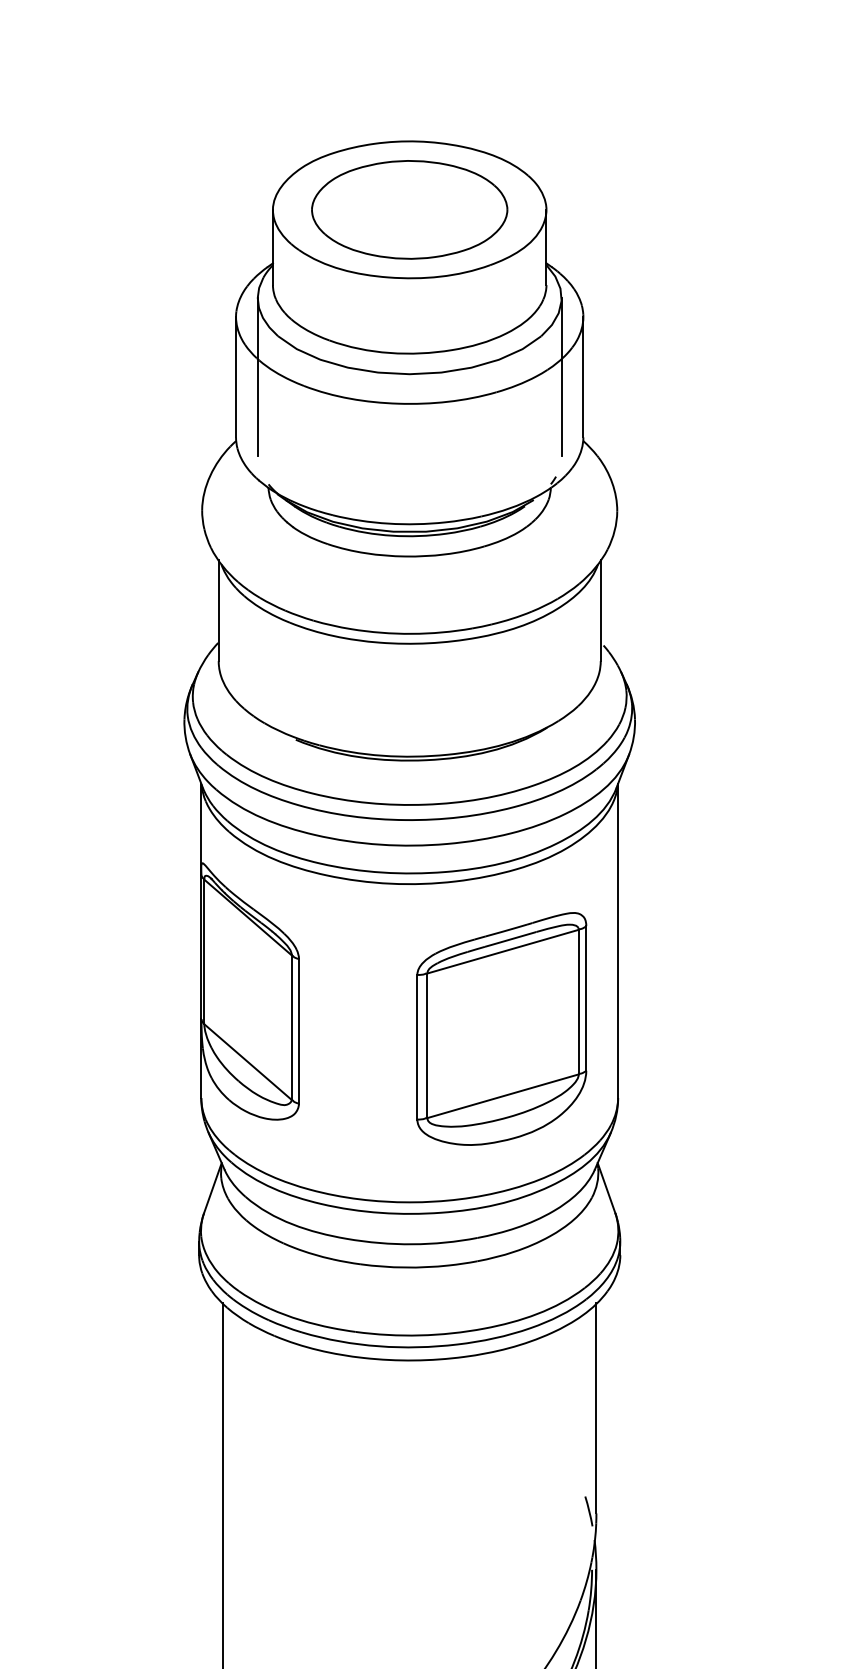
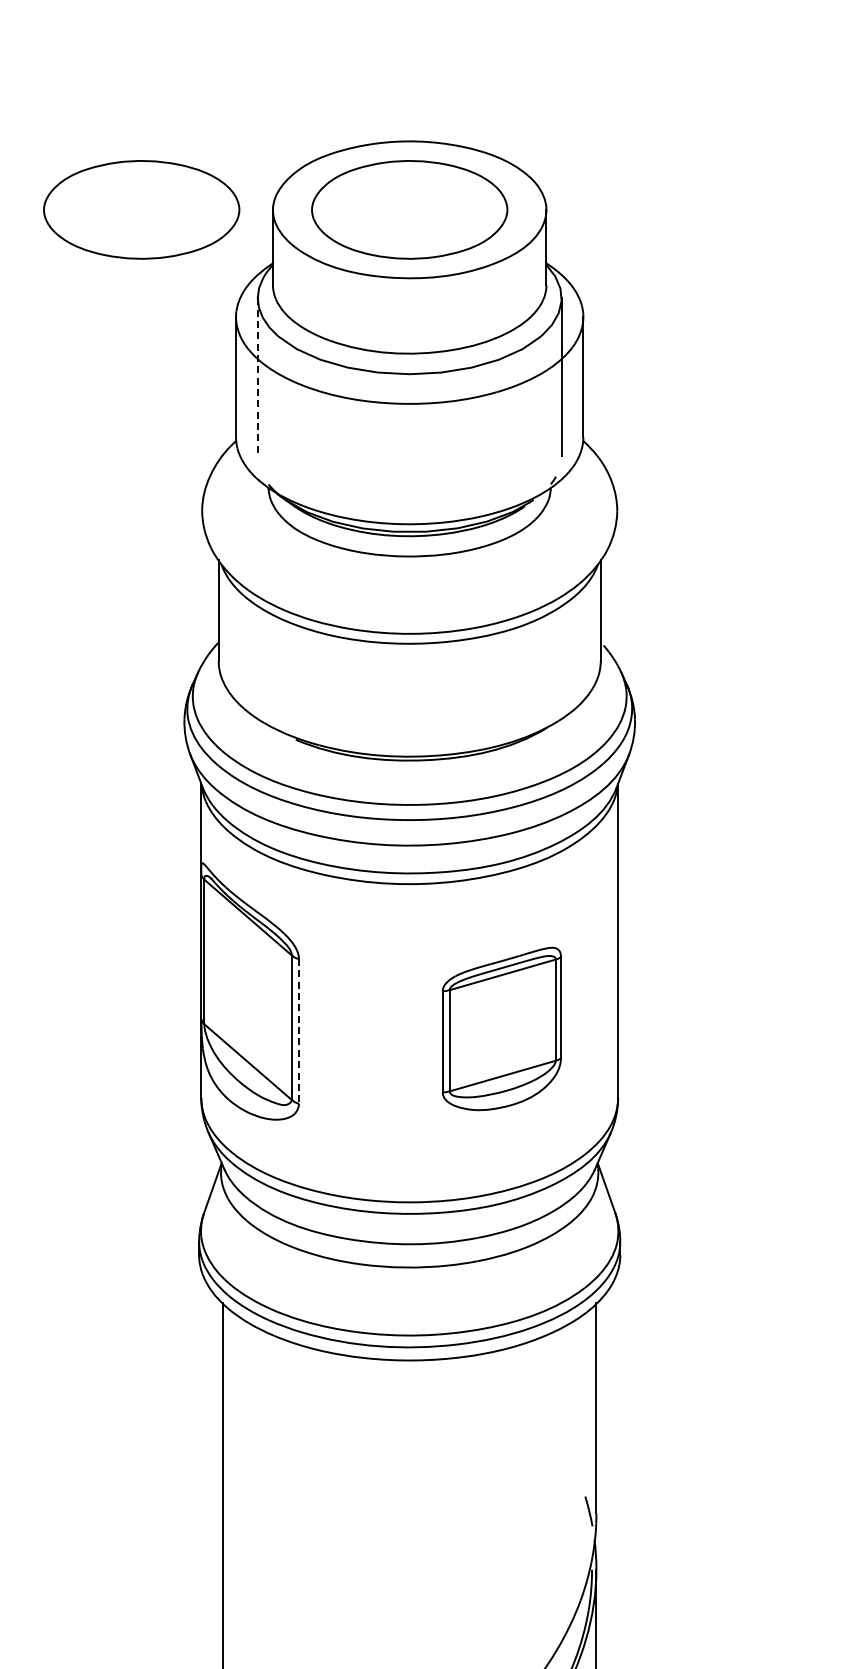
part at (141, 209): none -> present
line at (257, 377): solid -> dashed
part at (501, 1028) size: 172x234 px -> 121x166 px
line at (299, 1031): solid -> dashed
